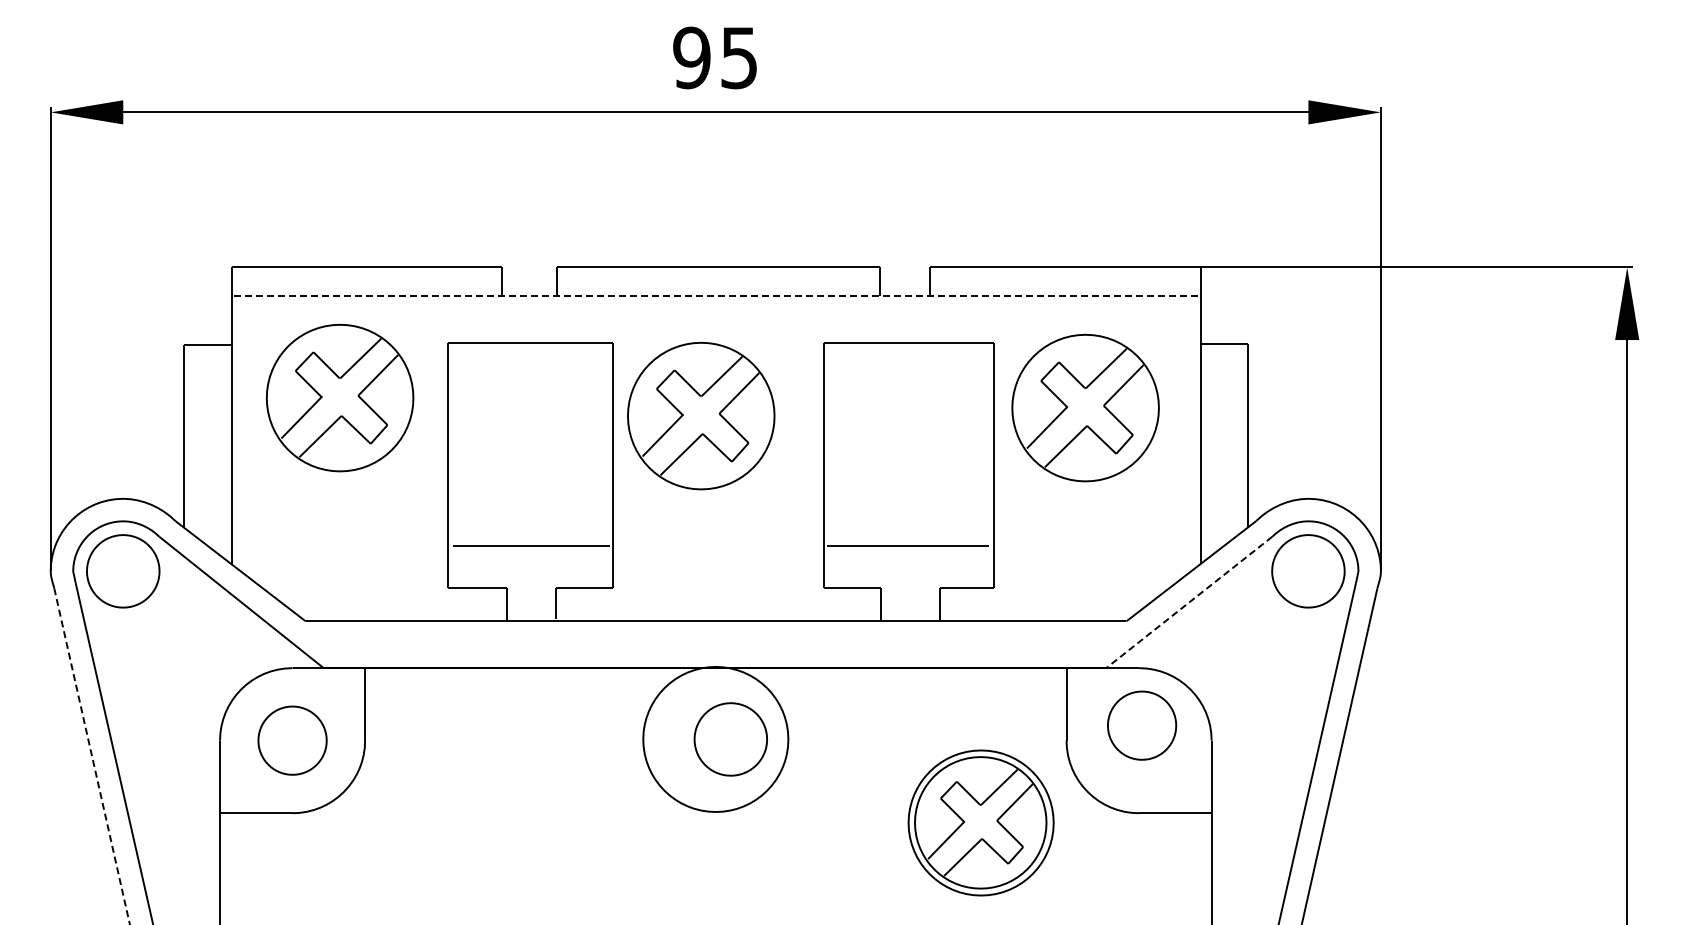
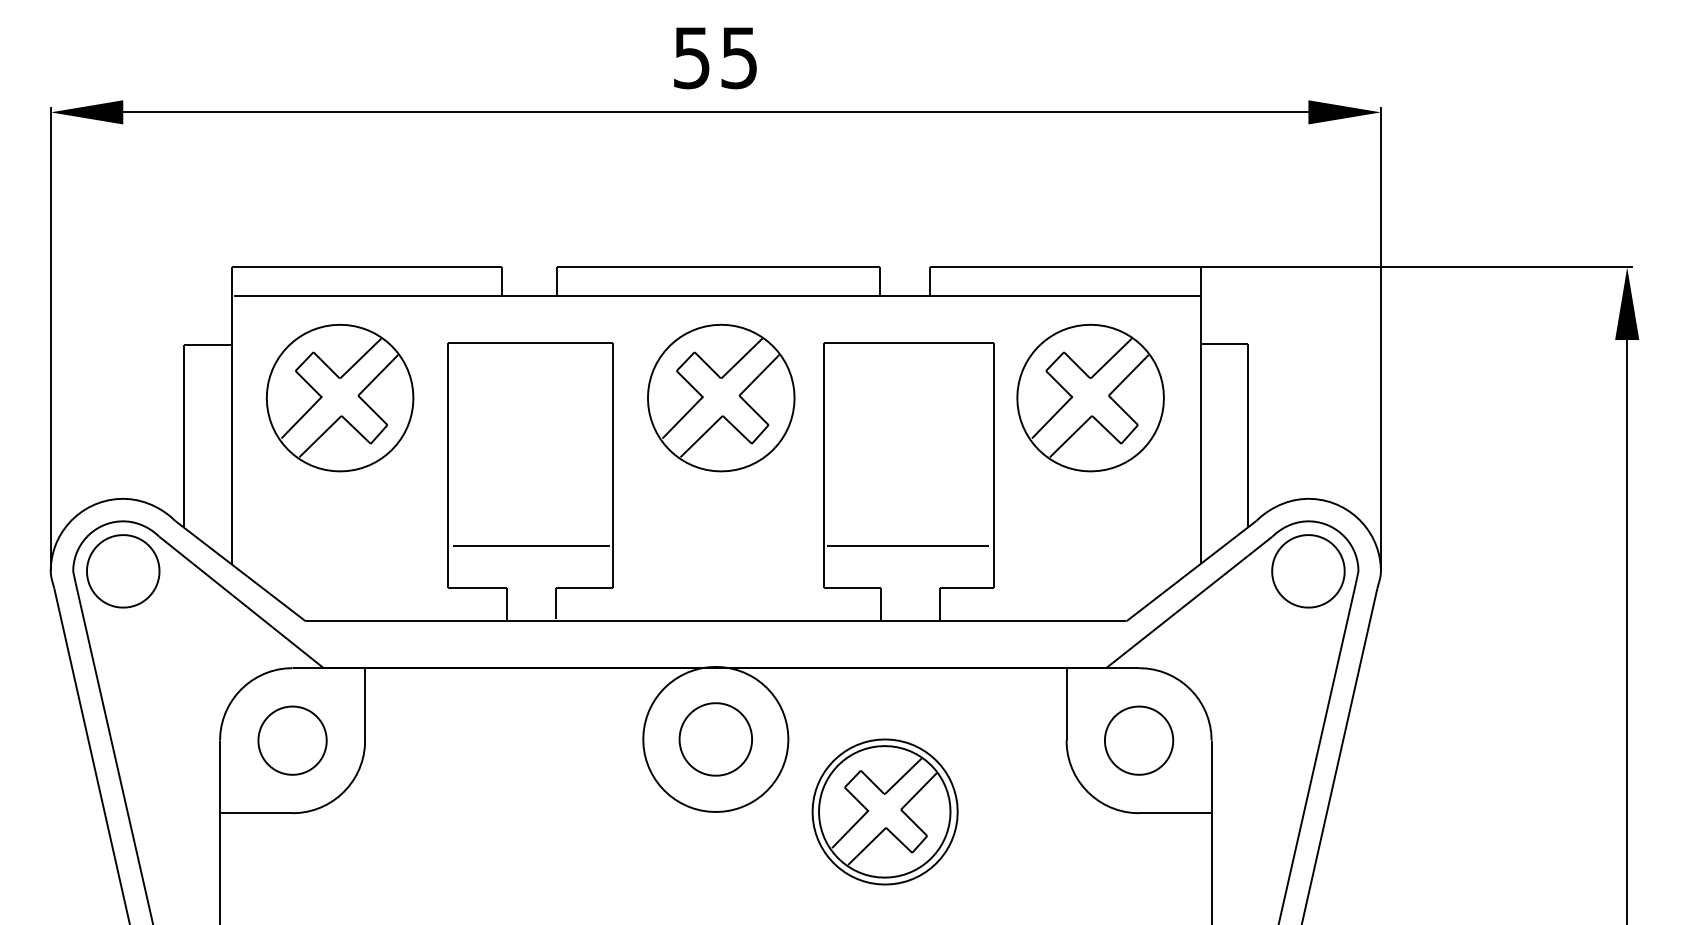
text at (691, 57): 95 -> 55
line at (717, 295): dashed -> solid
part at (1085, 407) position: (1085, 407) -> (1090, 397)
part at (701, 415) position: (701, 415) -> (721, 397)
line at (1189, 602): dashed -> solid
part at (1142, 725) position: (1142, 725) -> (1139, 740)
part at (730, 739) position: (730, 739) -> (715, 739)
line at (92, 756): dashed -> solid
part at (980, 822) position: (980, 822) -> (884, 811)
